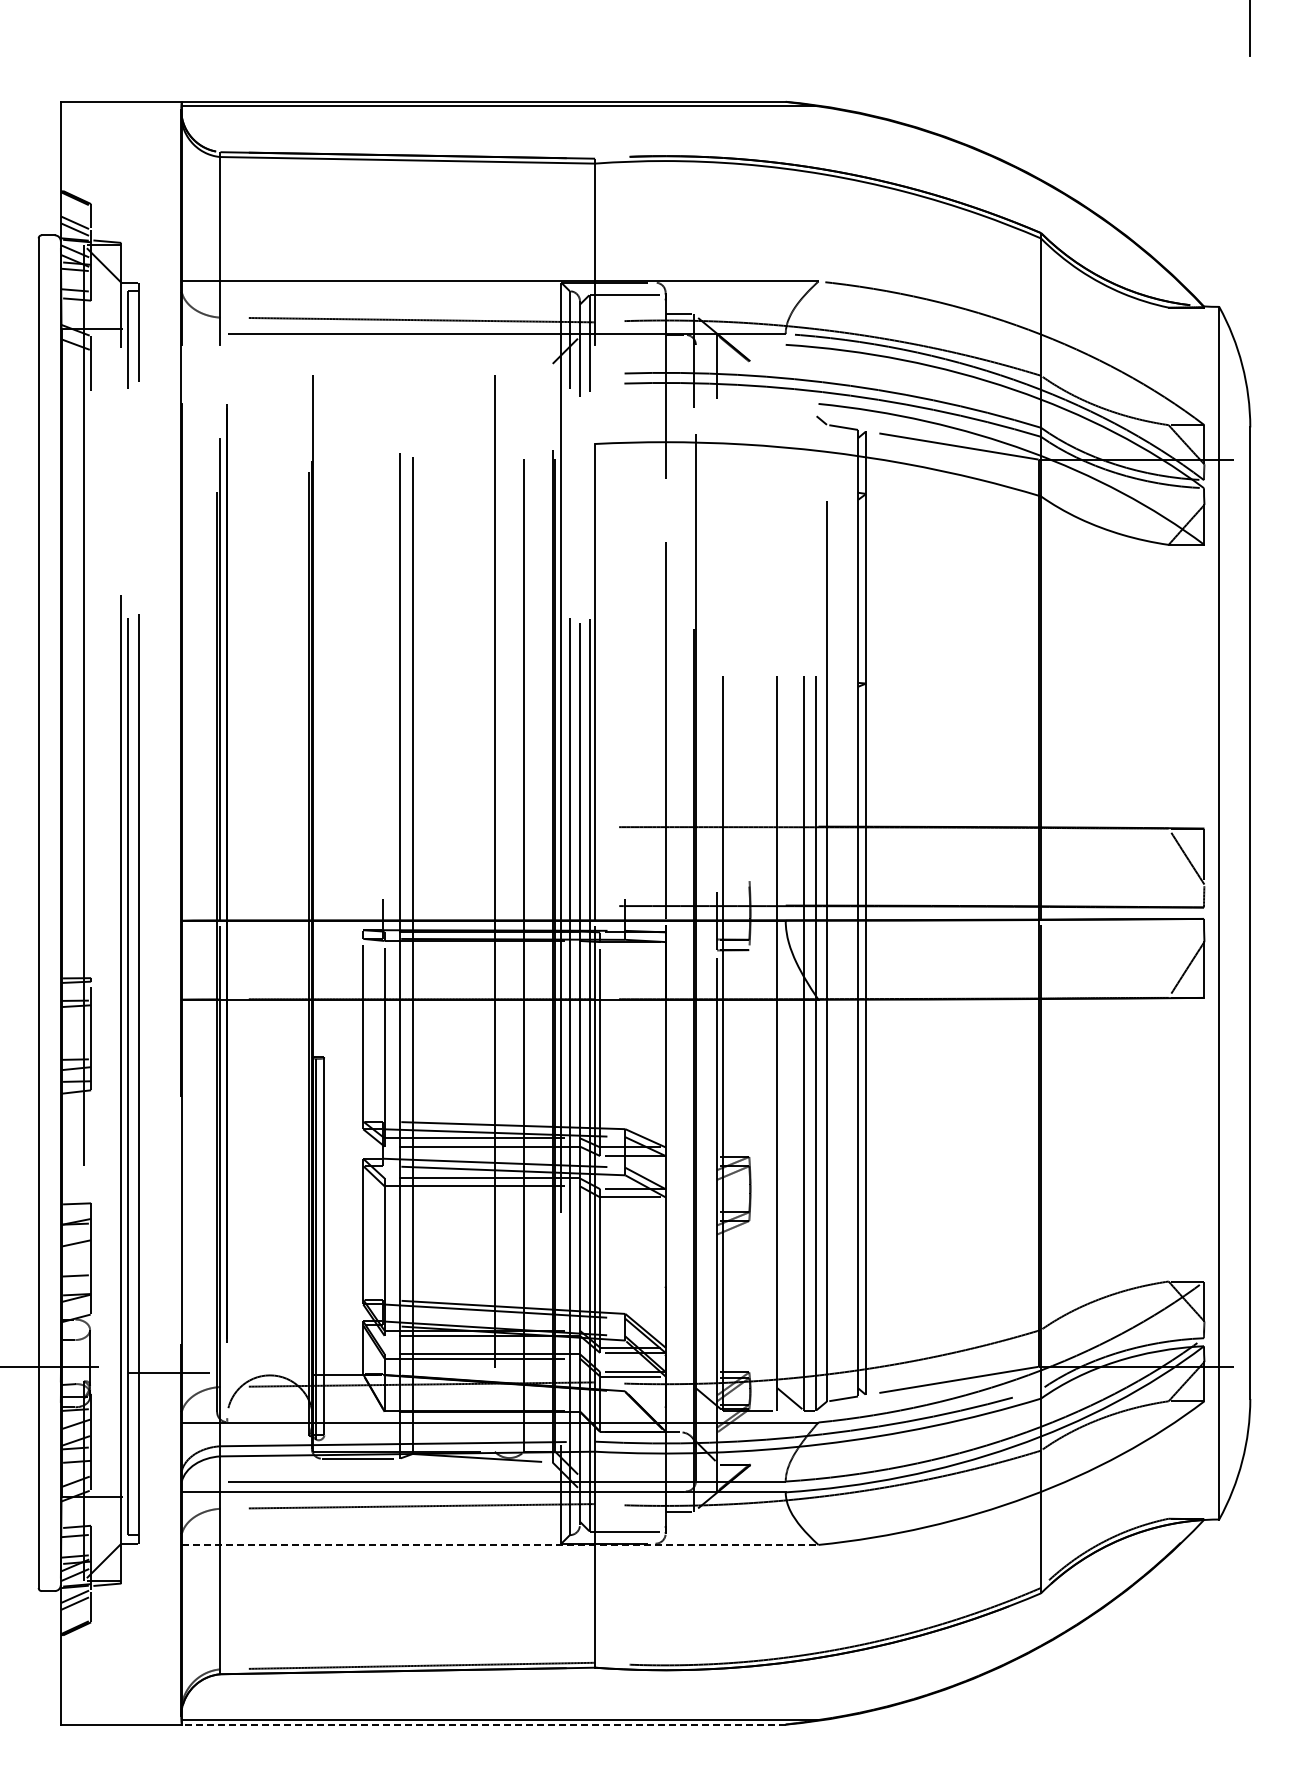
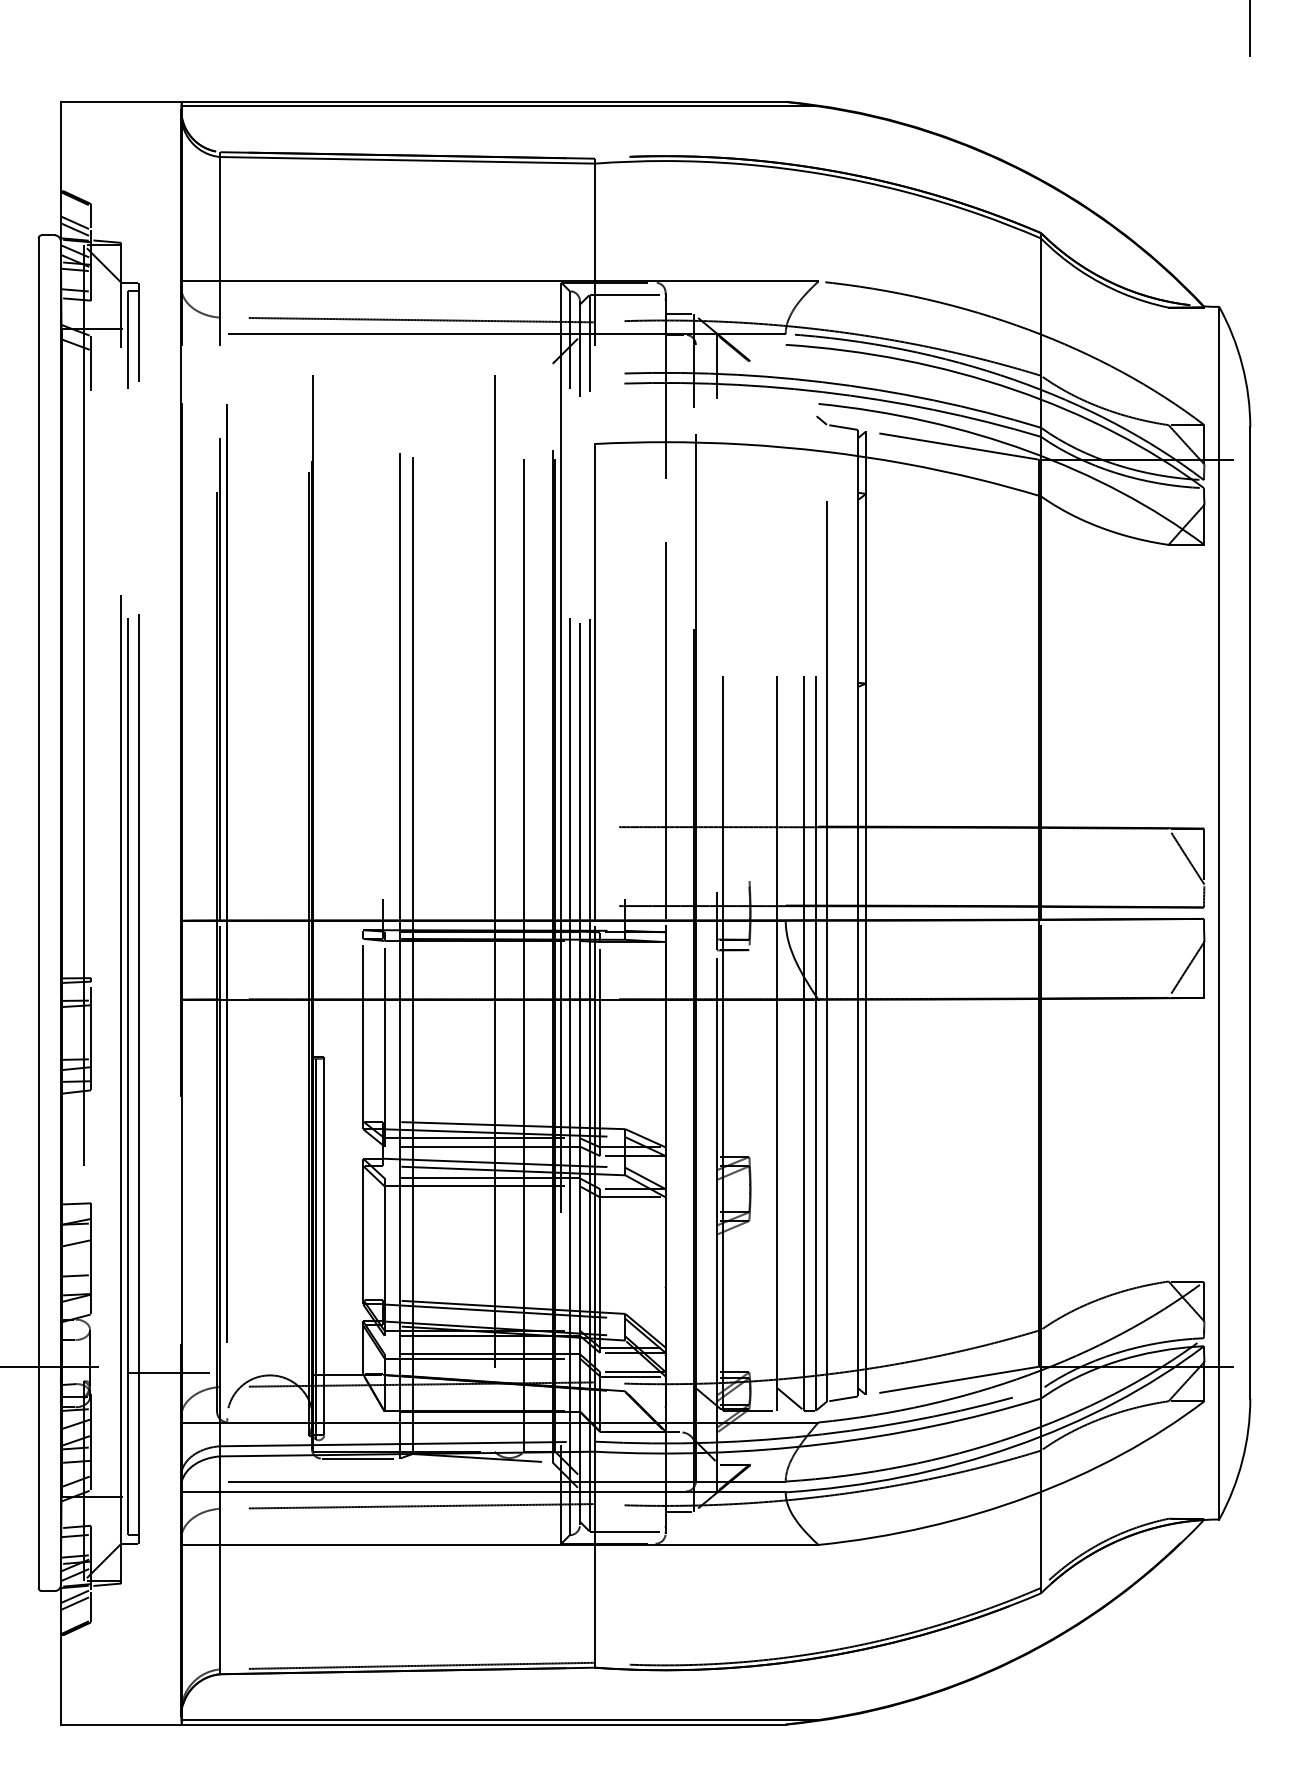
line at (500, 1544): dashed -> solid
line at (483, 1724): dashed -> solid
